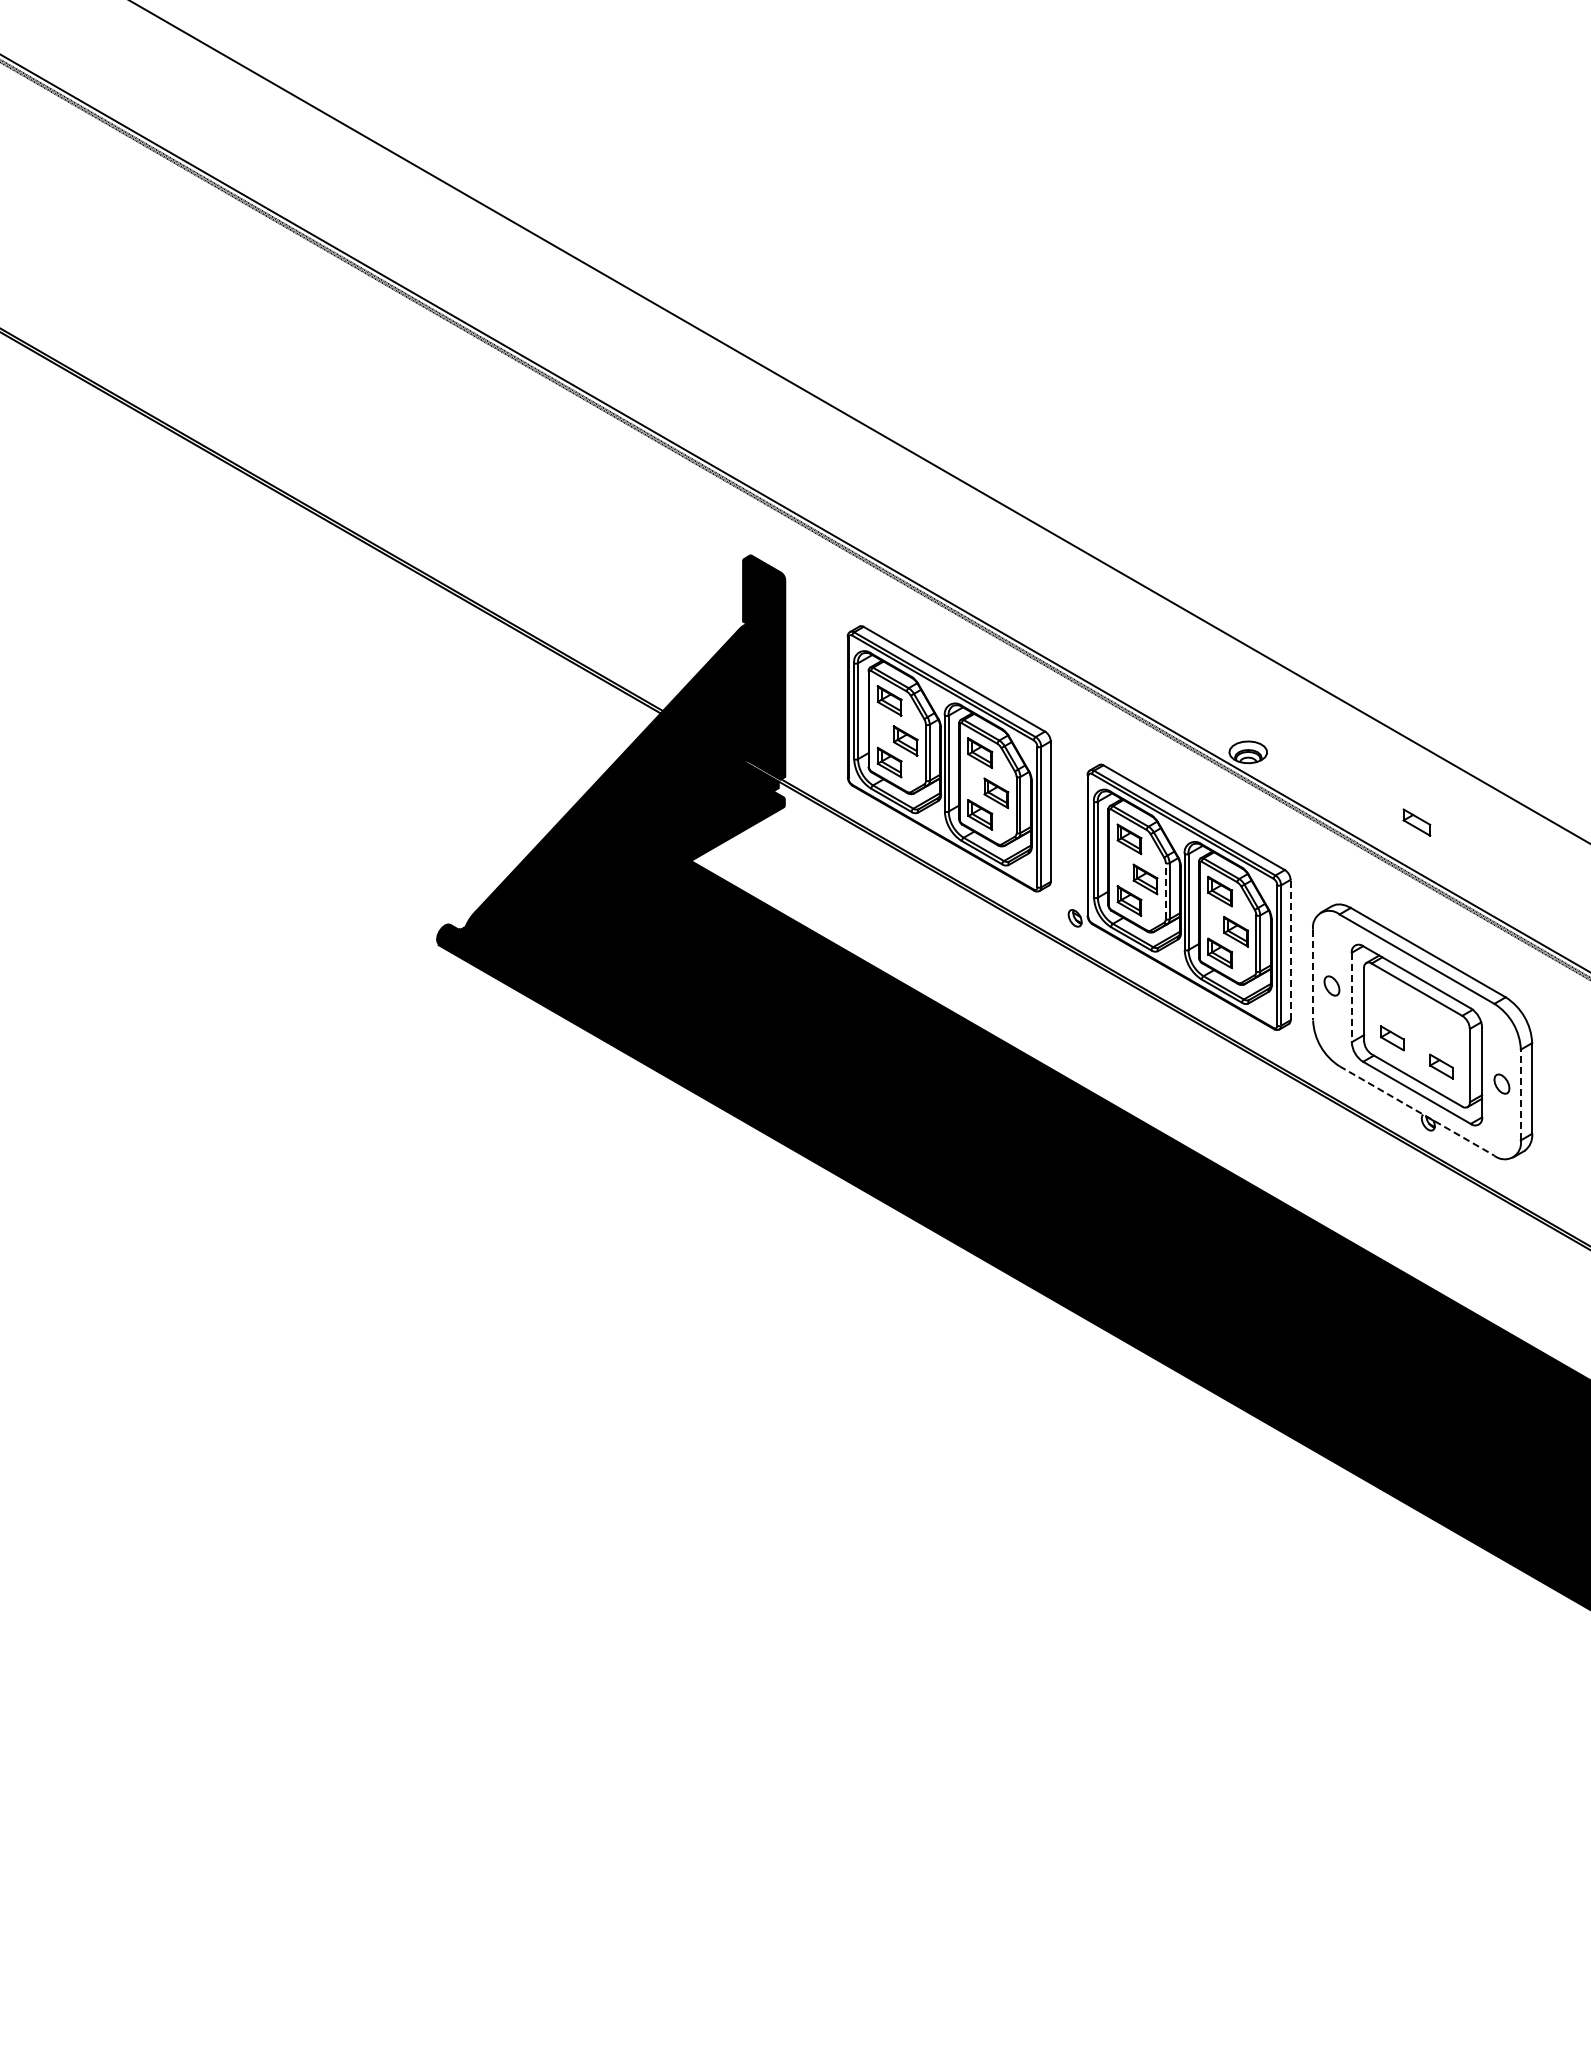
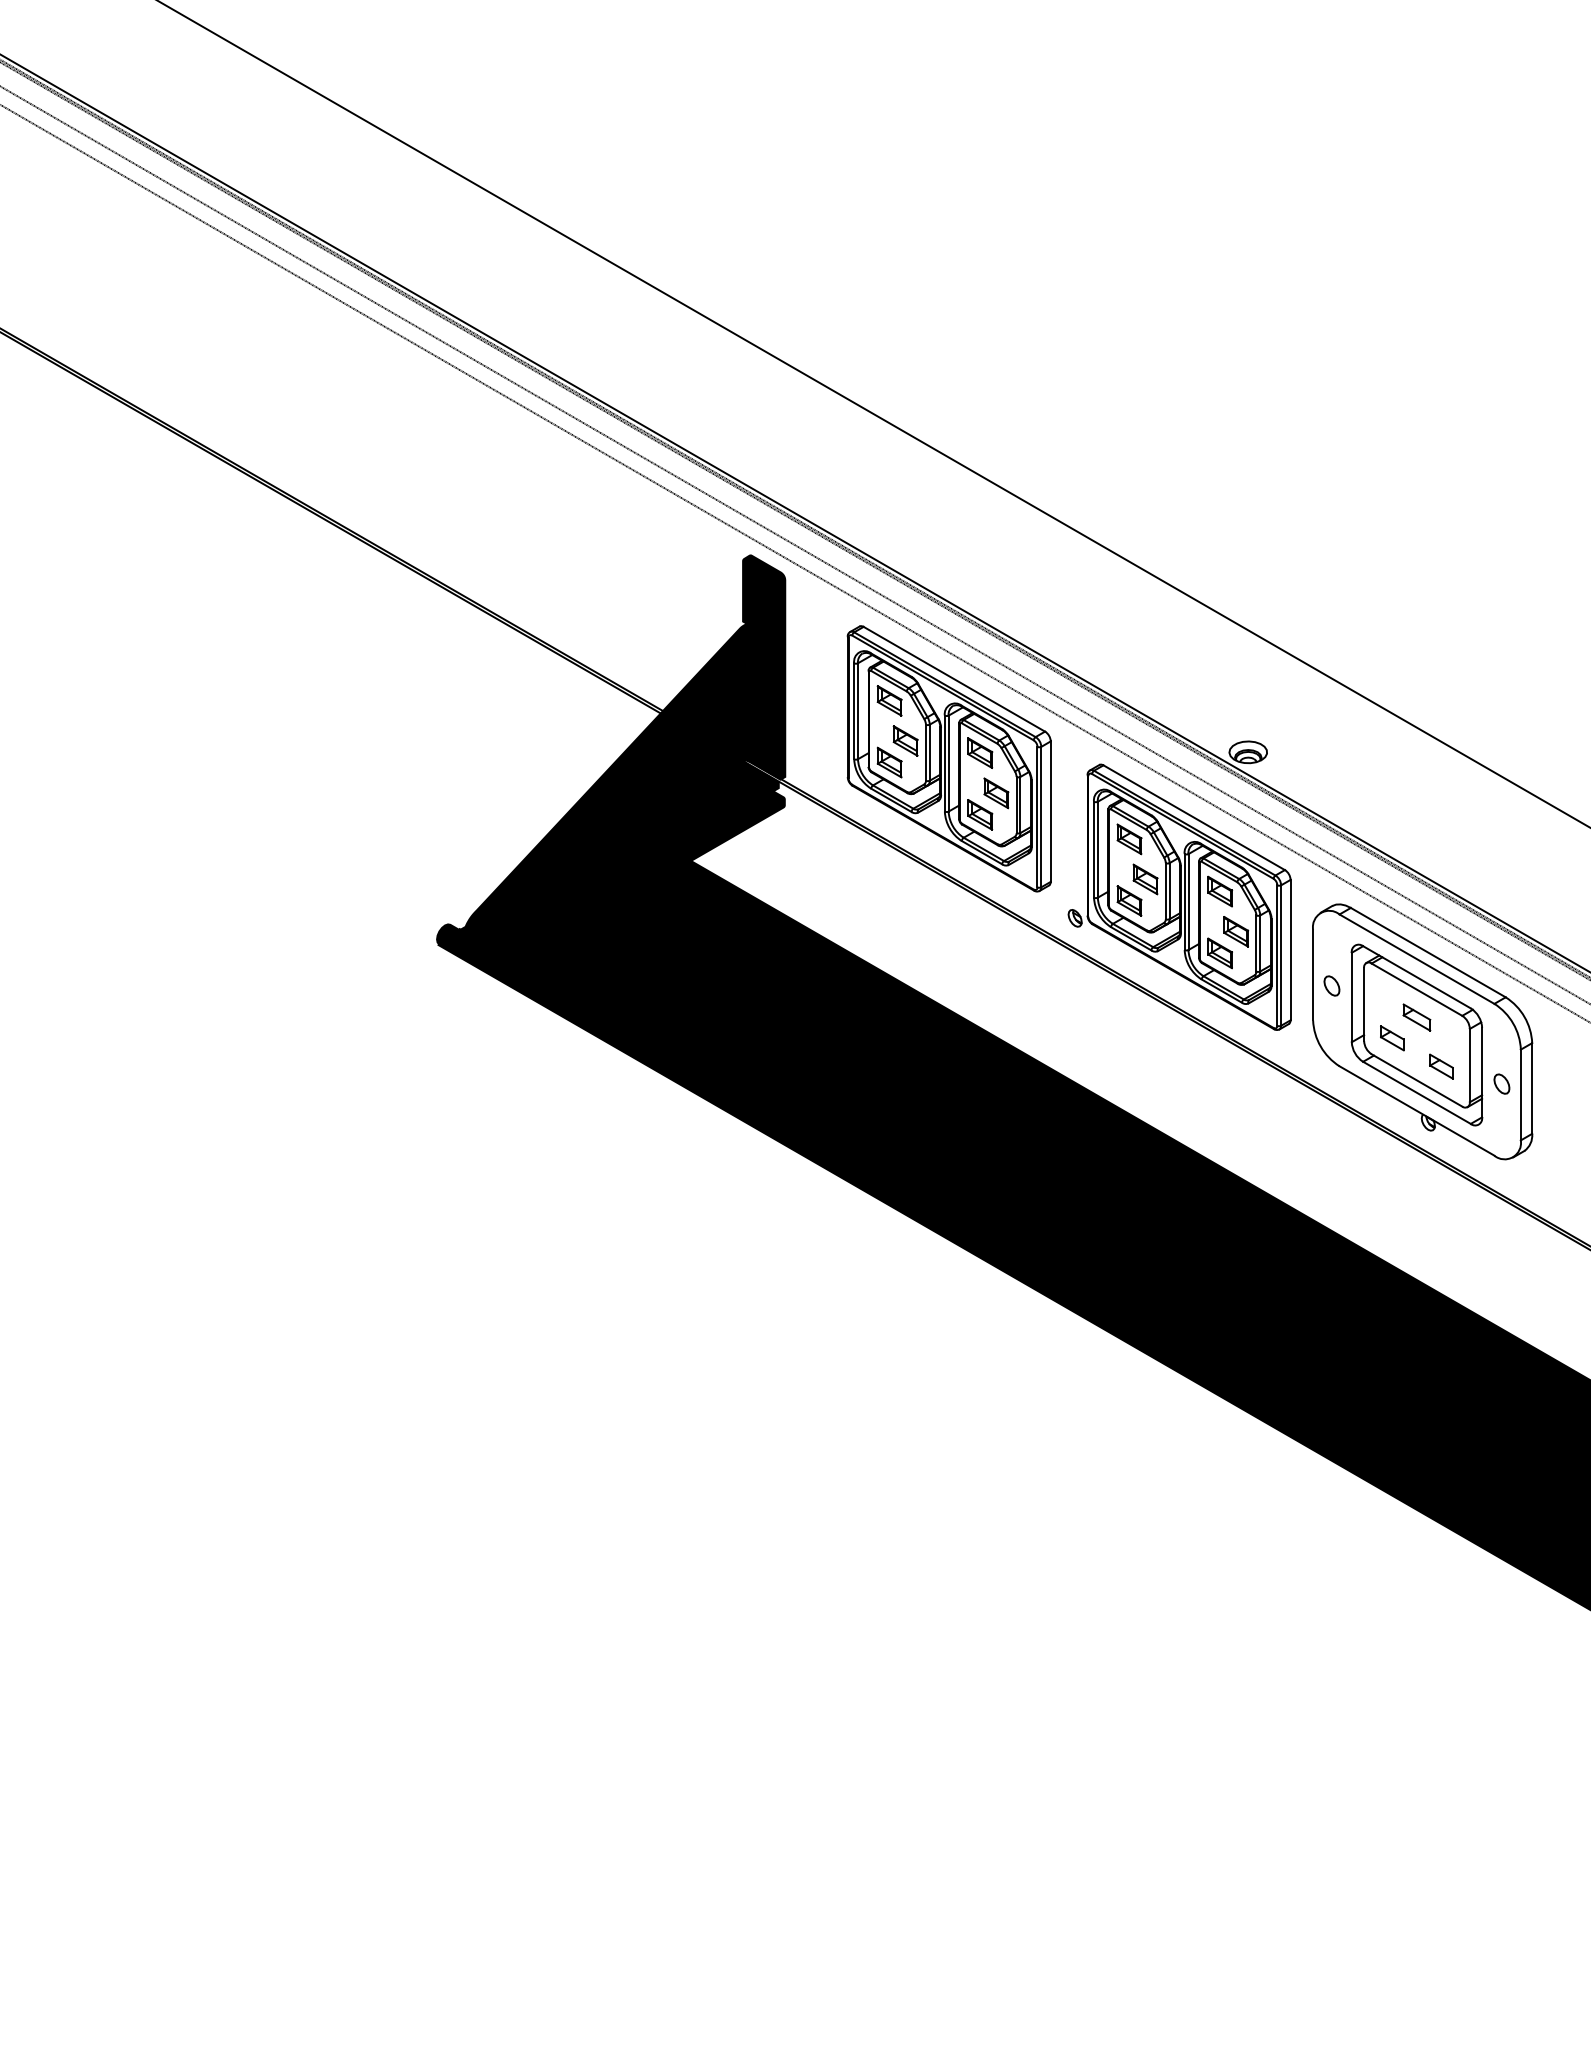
line at (859, 422) position: (859, 422) -> (873, 413)
line at (794, 544): none -> present
line at (794, 563): none -> present
part at (1416, 822) position: (1416, 822) -> (1416, 1017)
line at (1165, 890): dashed -> solid
line at (1290, 949): dashed -> solid
line at (1313, 975): dashed -> solid
line at (1351, 997): dashed -> solid
line at (1520, 1094): dashed -> solid
line at (1417, 1111): dashed -> solid
